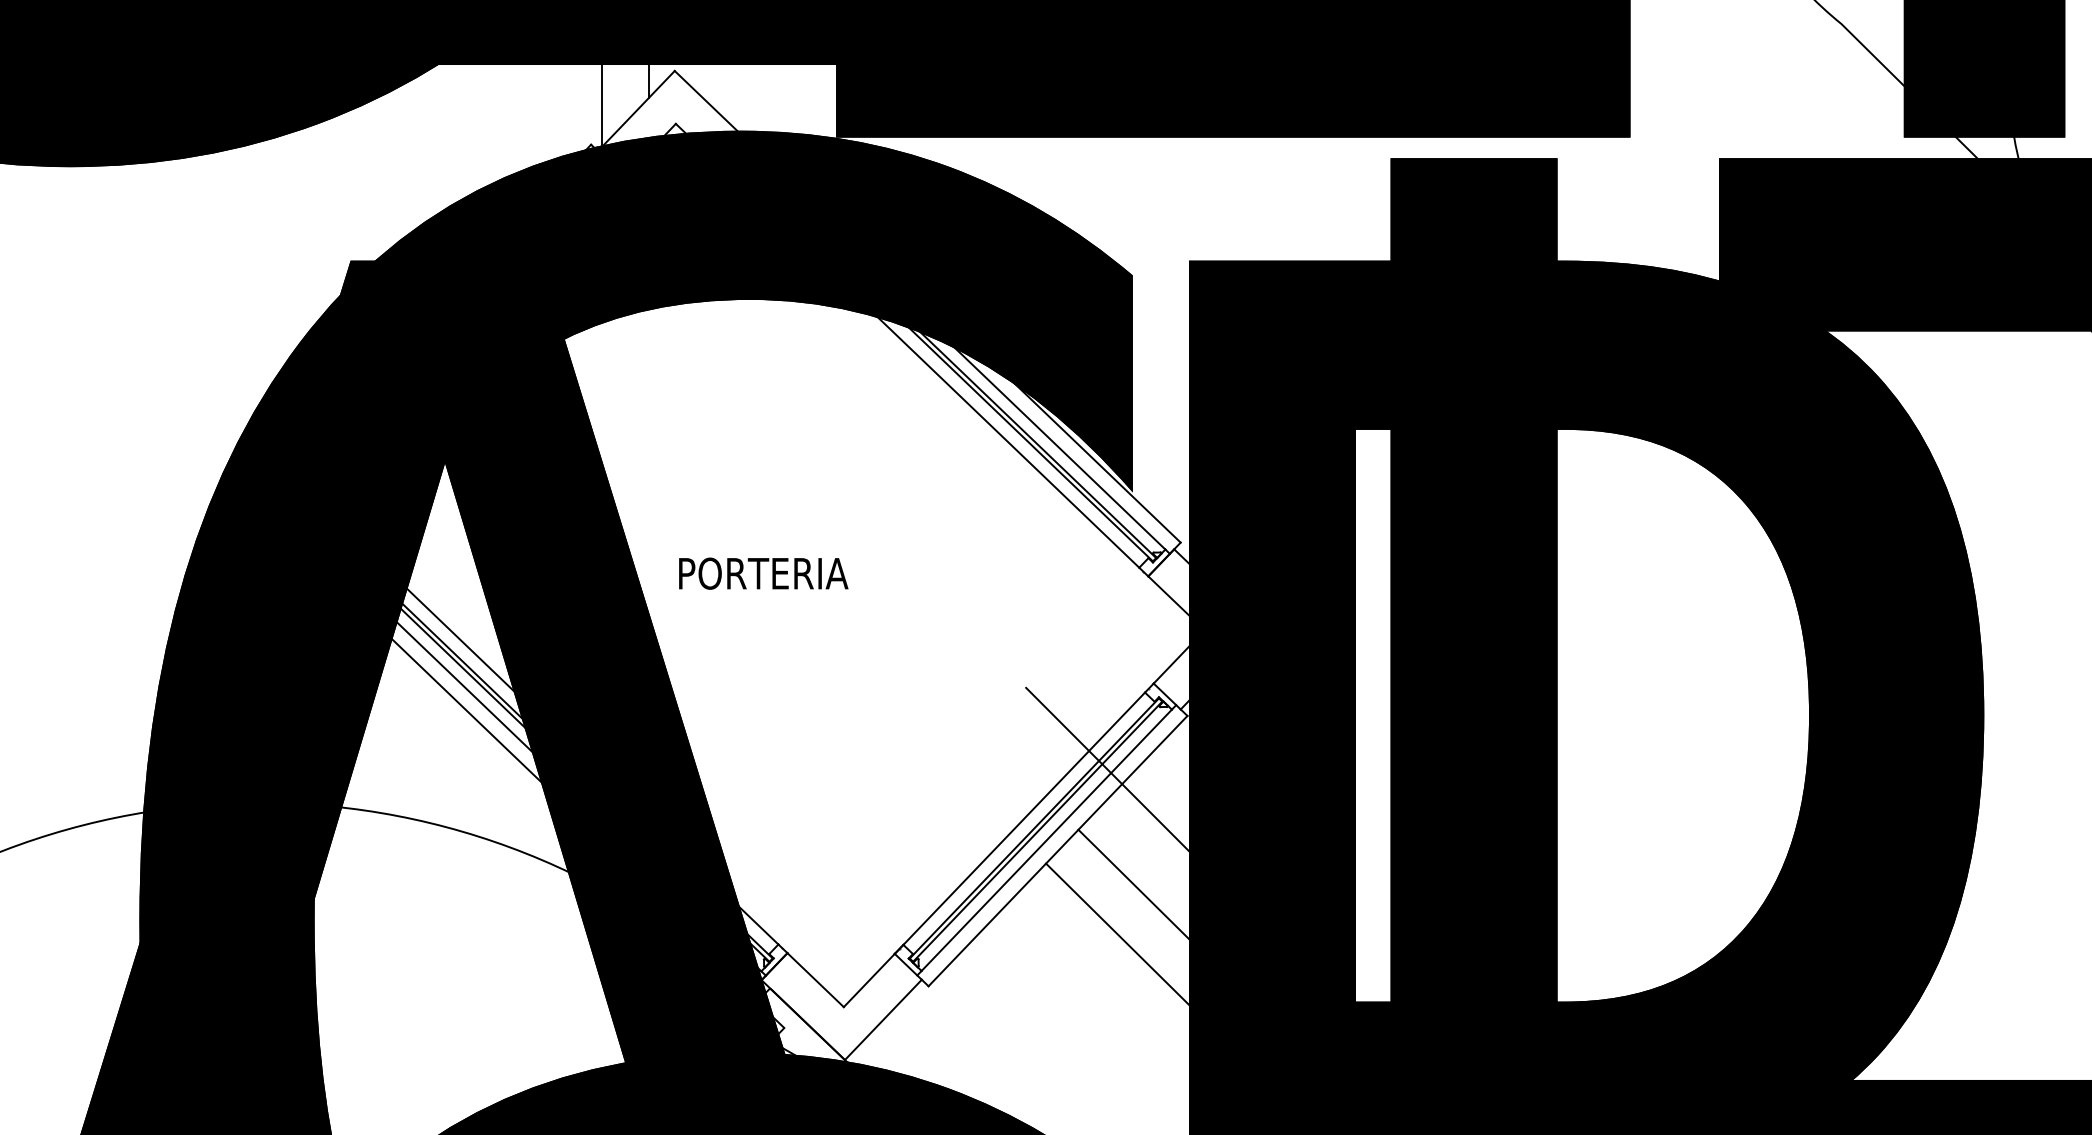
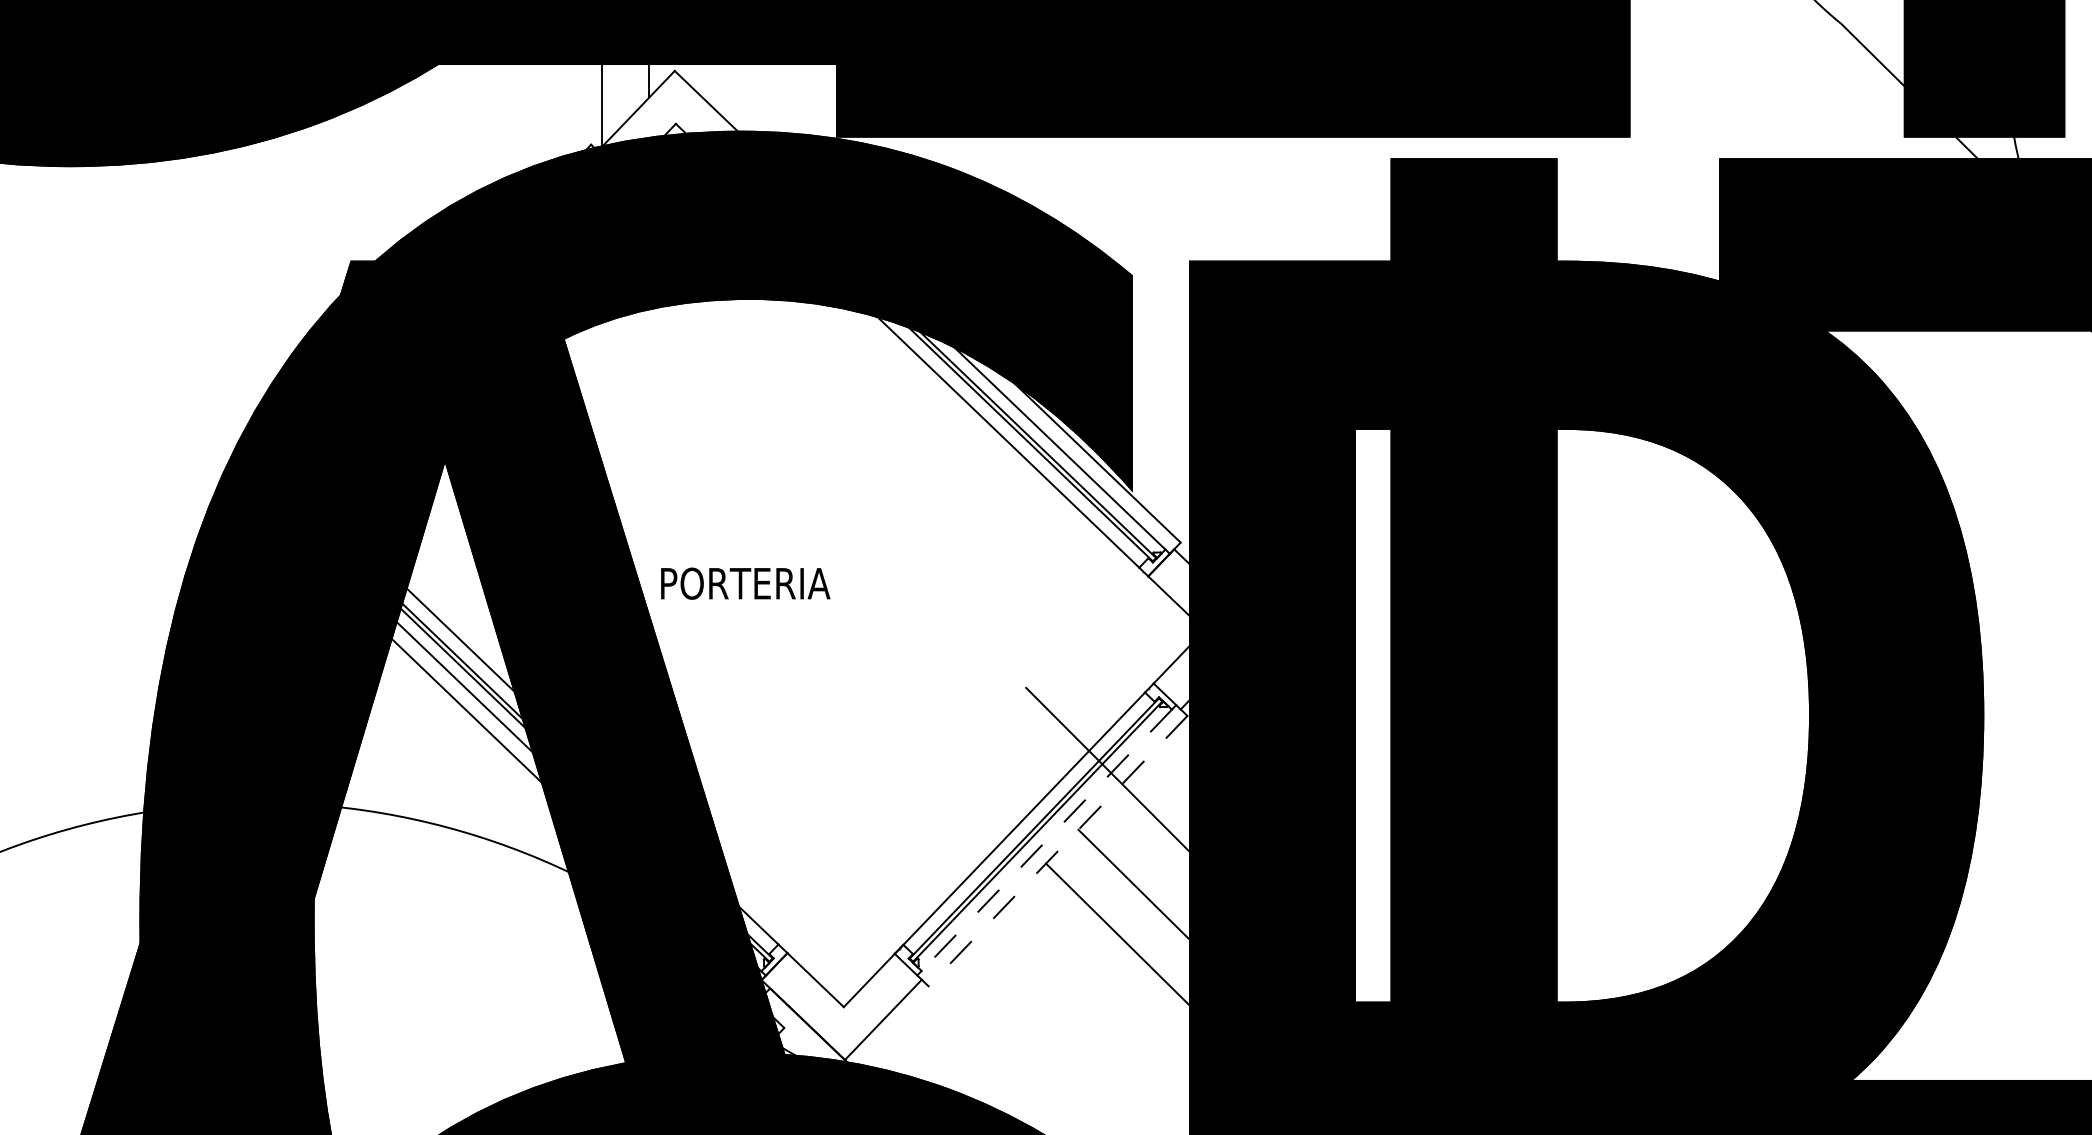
text at (763, 573) position: (763, 573) -> (745, 583)
line at (1046, 840): solid -> dashed
line at (1057, 851): solid -> dashed
